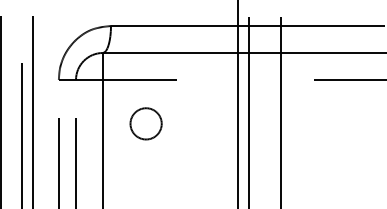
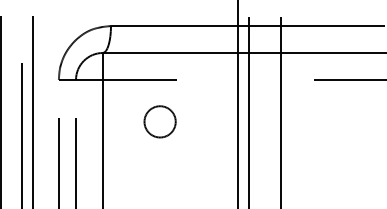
circle at (145, 123) position: (145, 123) -> (159, 121)
